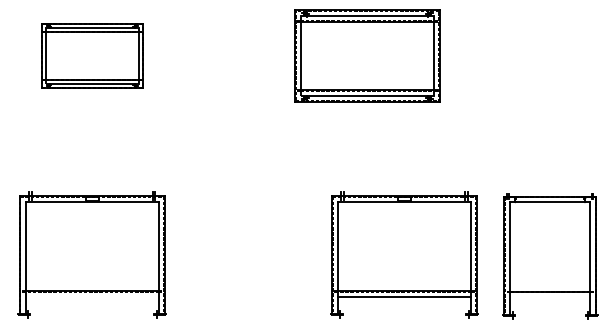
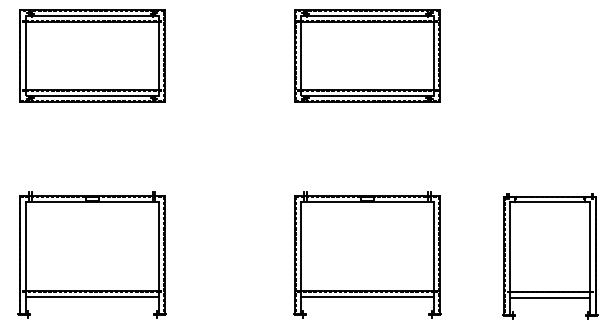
part at (92, 55) size: 103x66 px -> 147x94 px
part at (404, 254) position: (404, 254) -> (367, 254)
line at (91, 296): none -> present
line at (550, 297): none -> present
